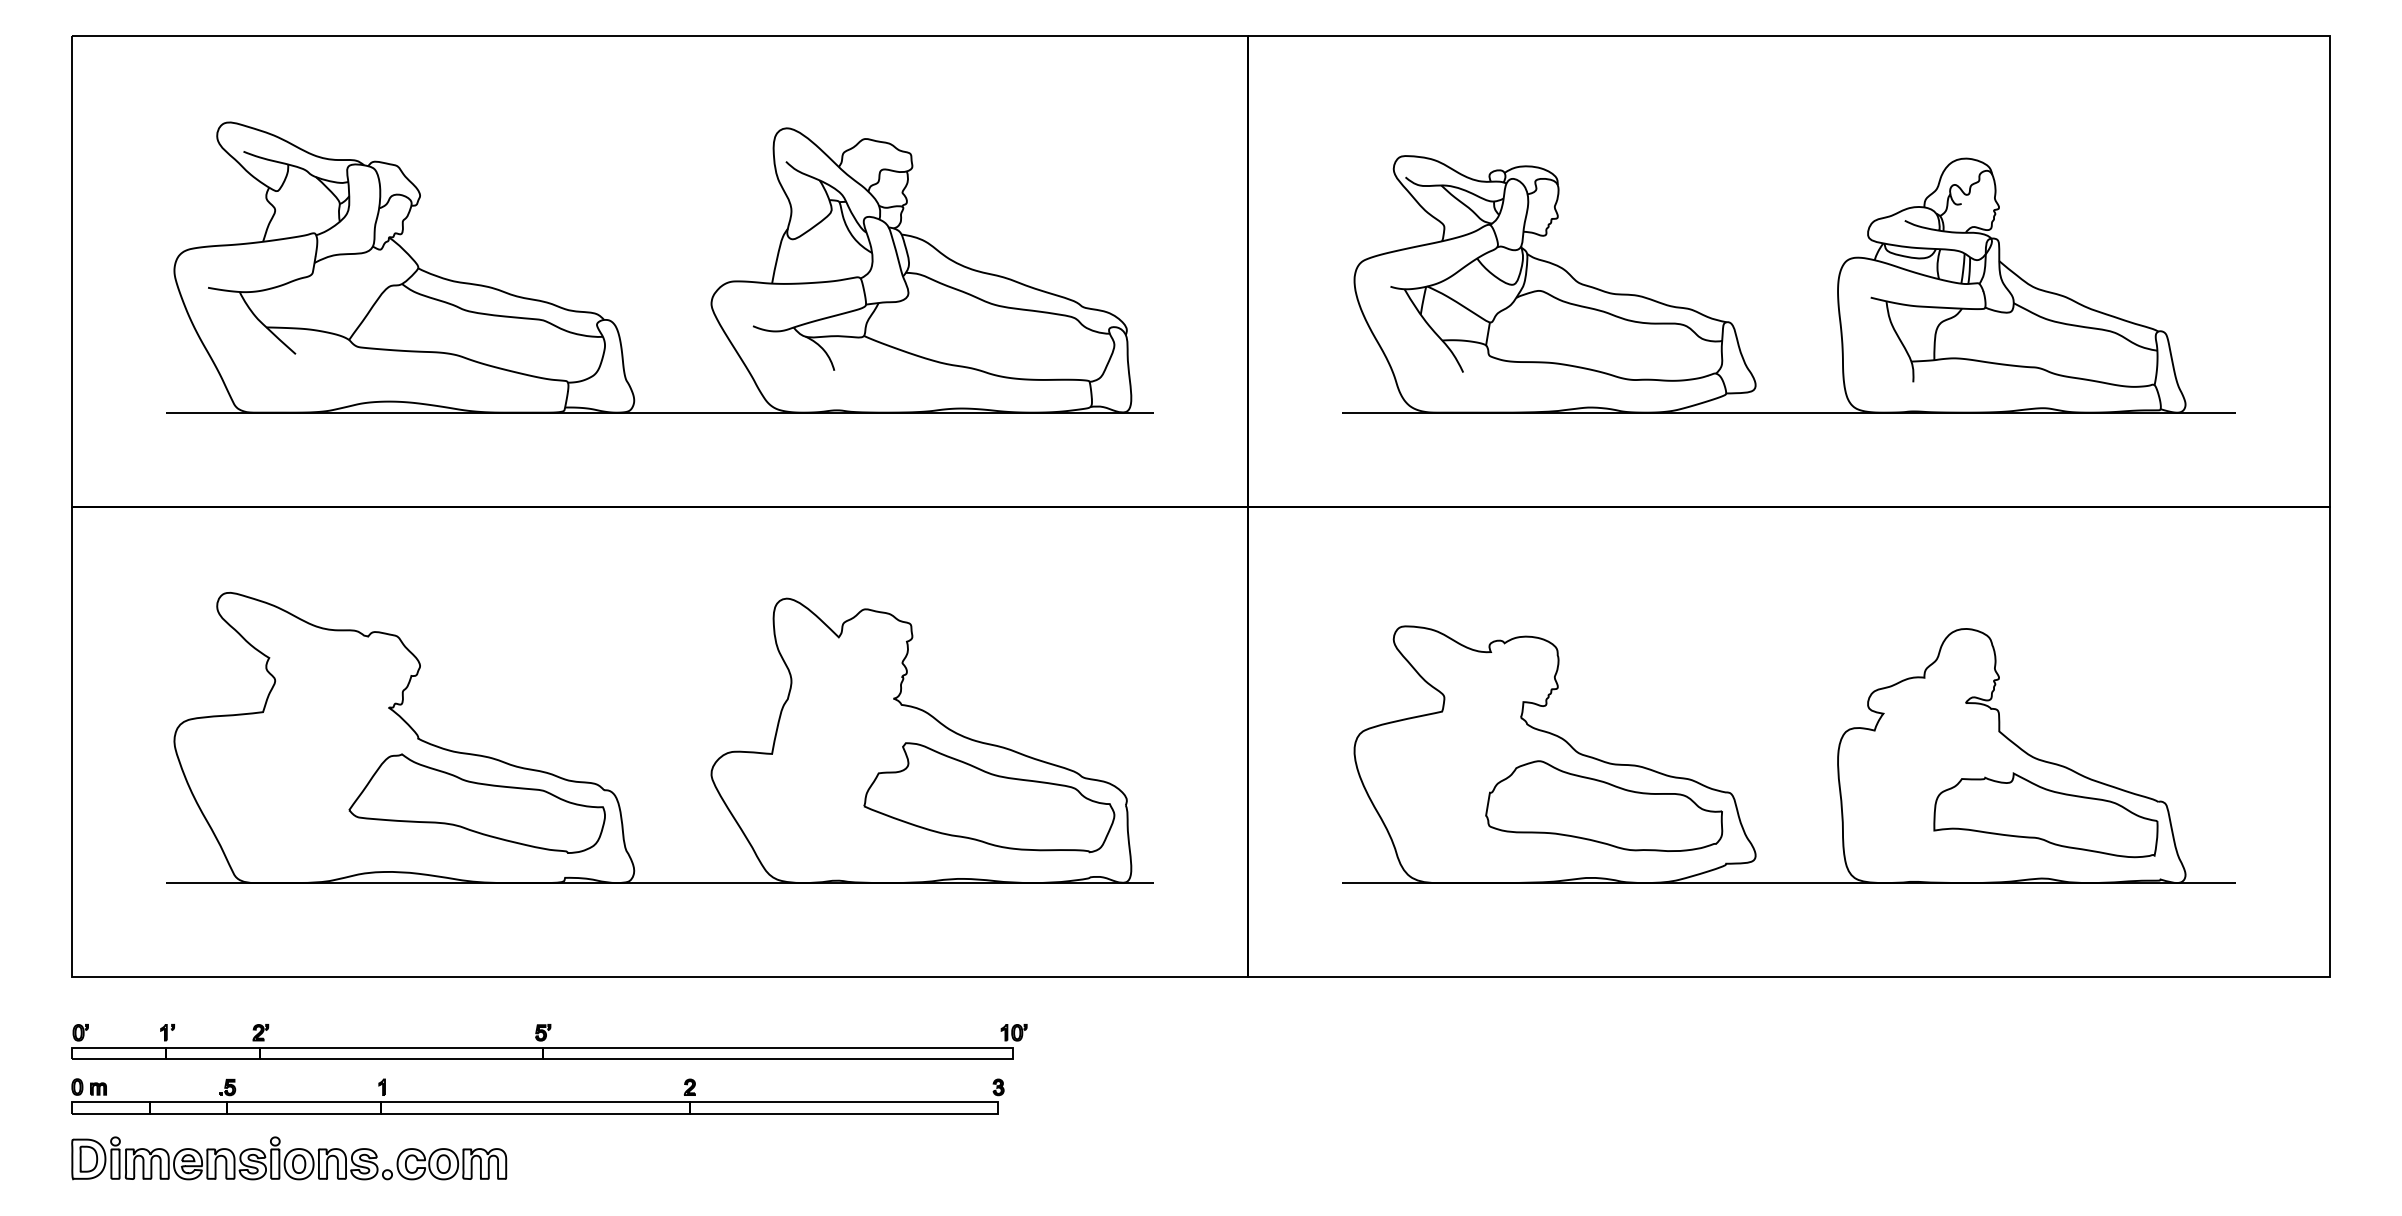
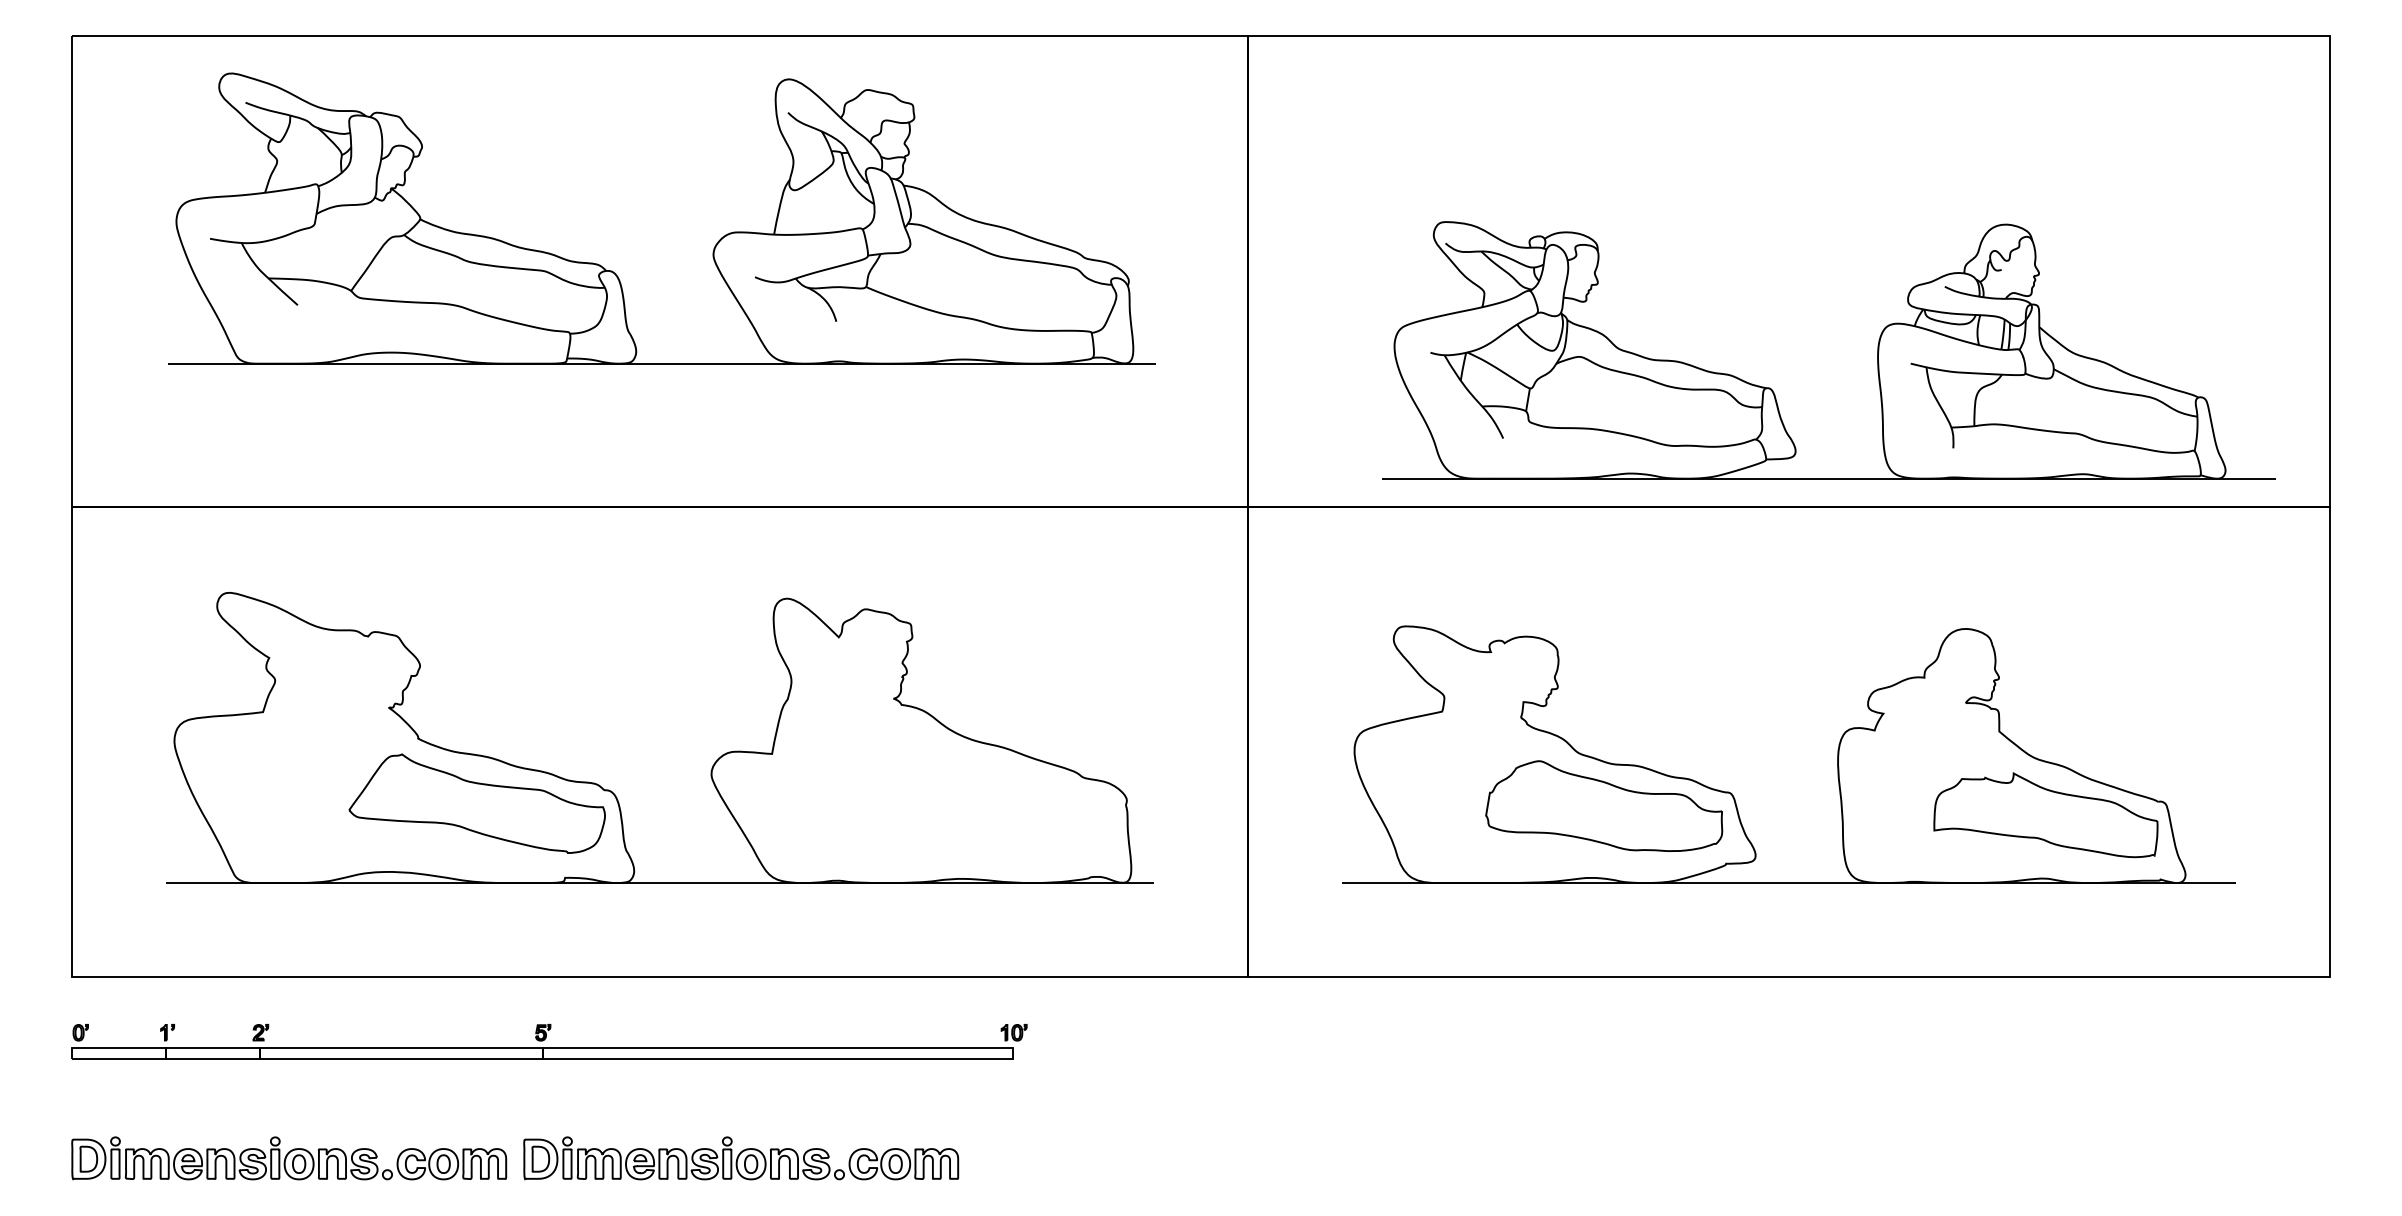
part at (1837, 284) position: (1837, 284) -> (1877, 350)
part at (713, 293) position: (713, 293) -> (715, 244)
part at (989, 797): present -> none
part at (537, 1096): present -> none
part at (741, 1158): none -> present
